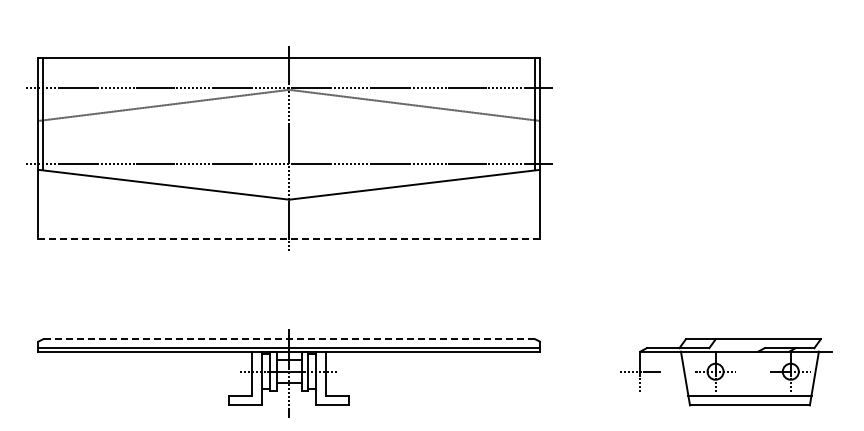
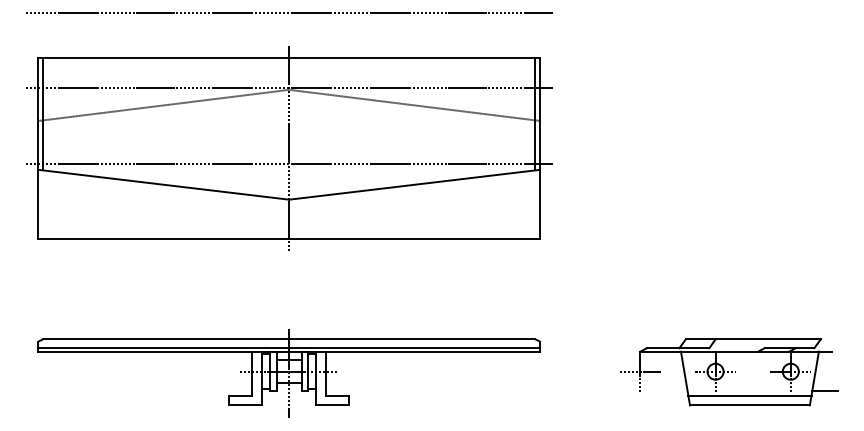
line at (288, 13): none -> present
line at (289, 238): dashed -> solid
line at (289, 339): dashed -> solid
line at (825, 391): none -> present
